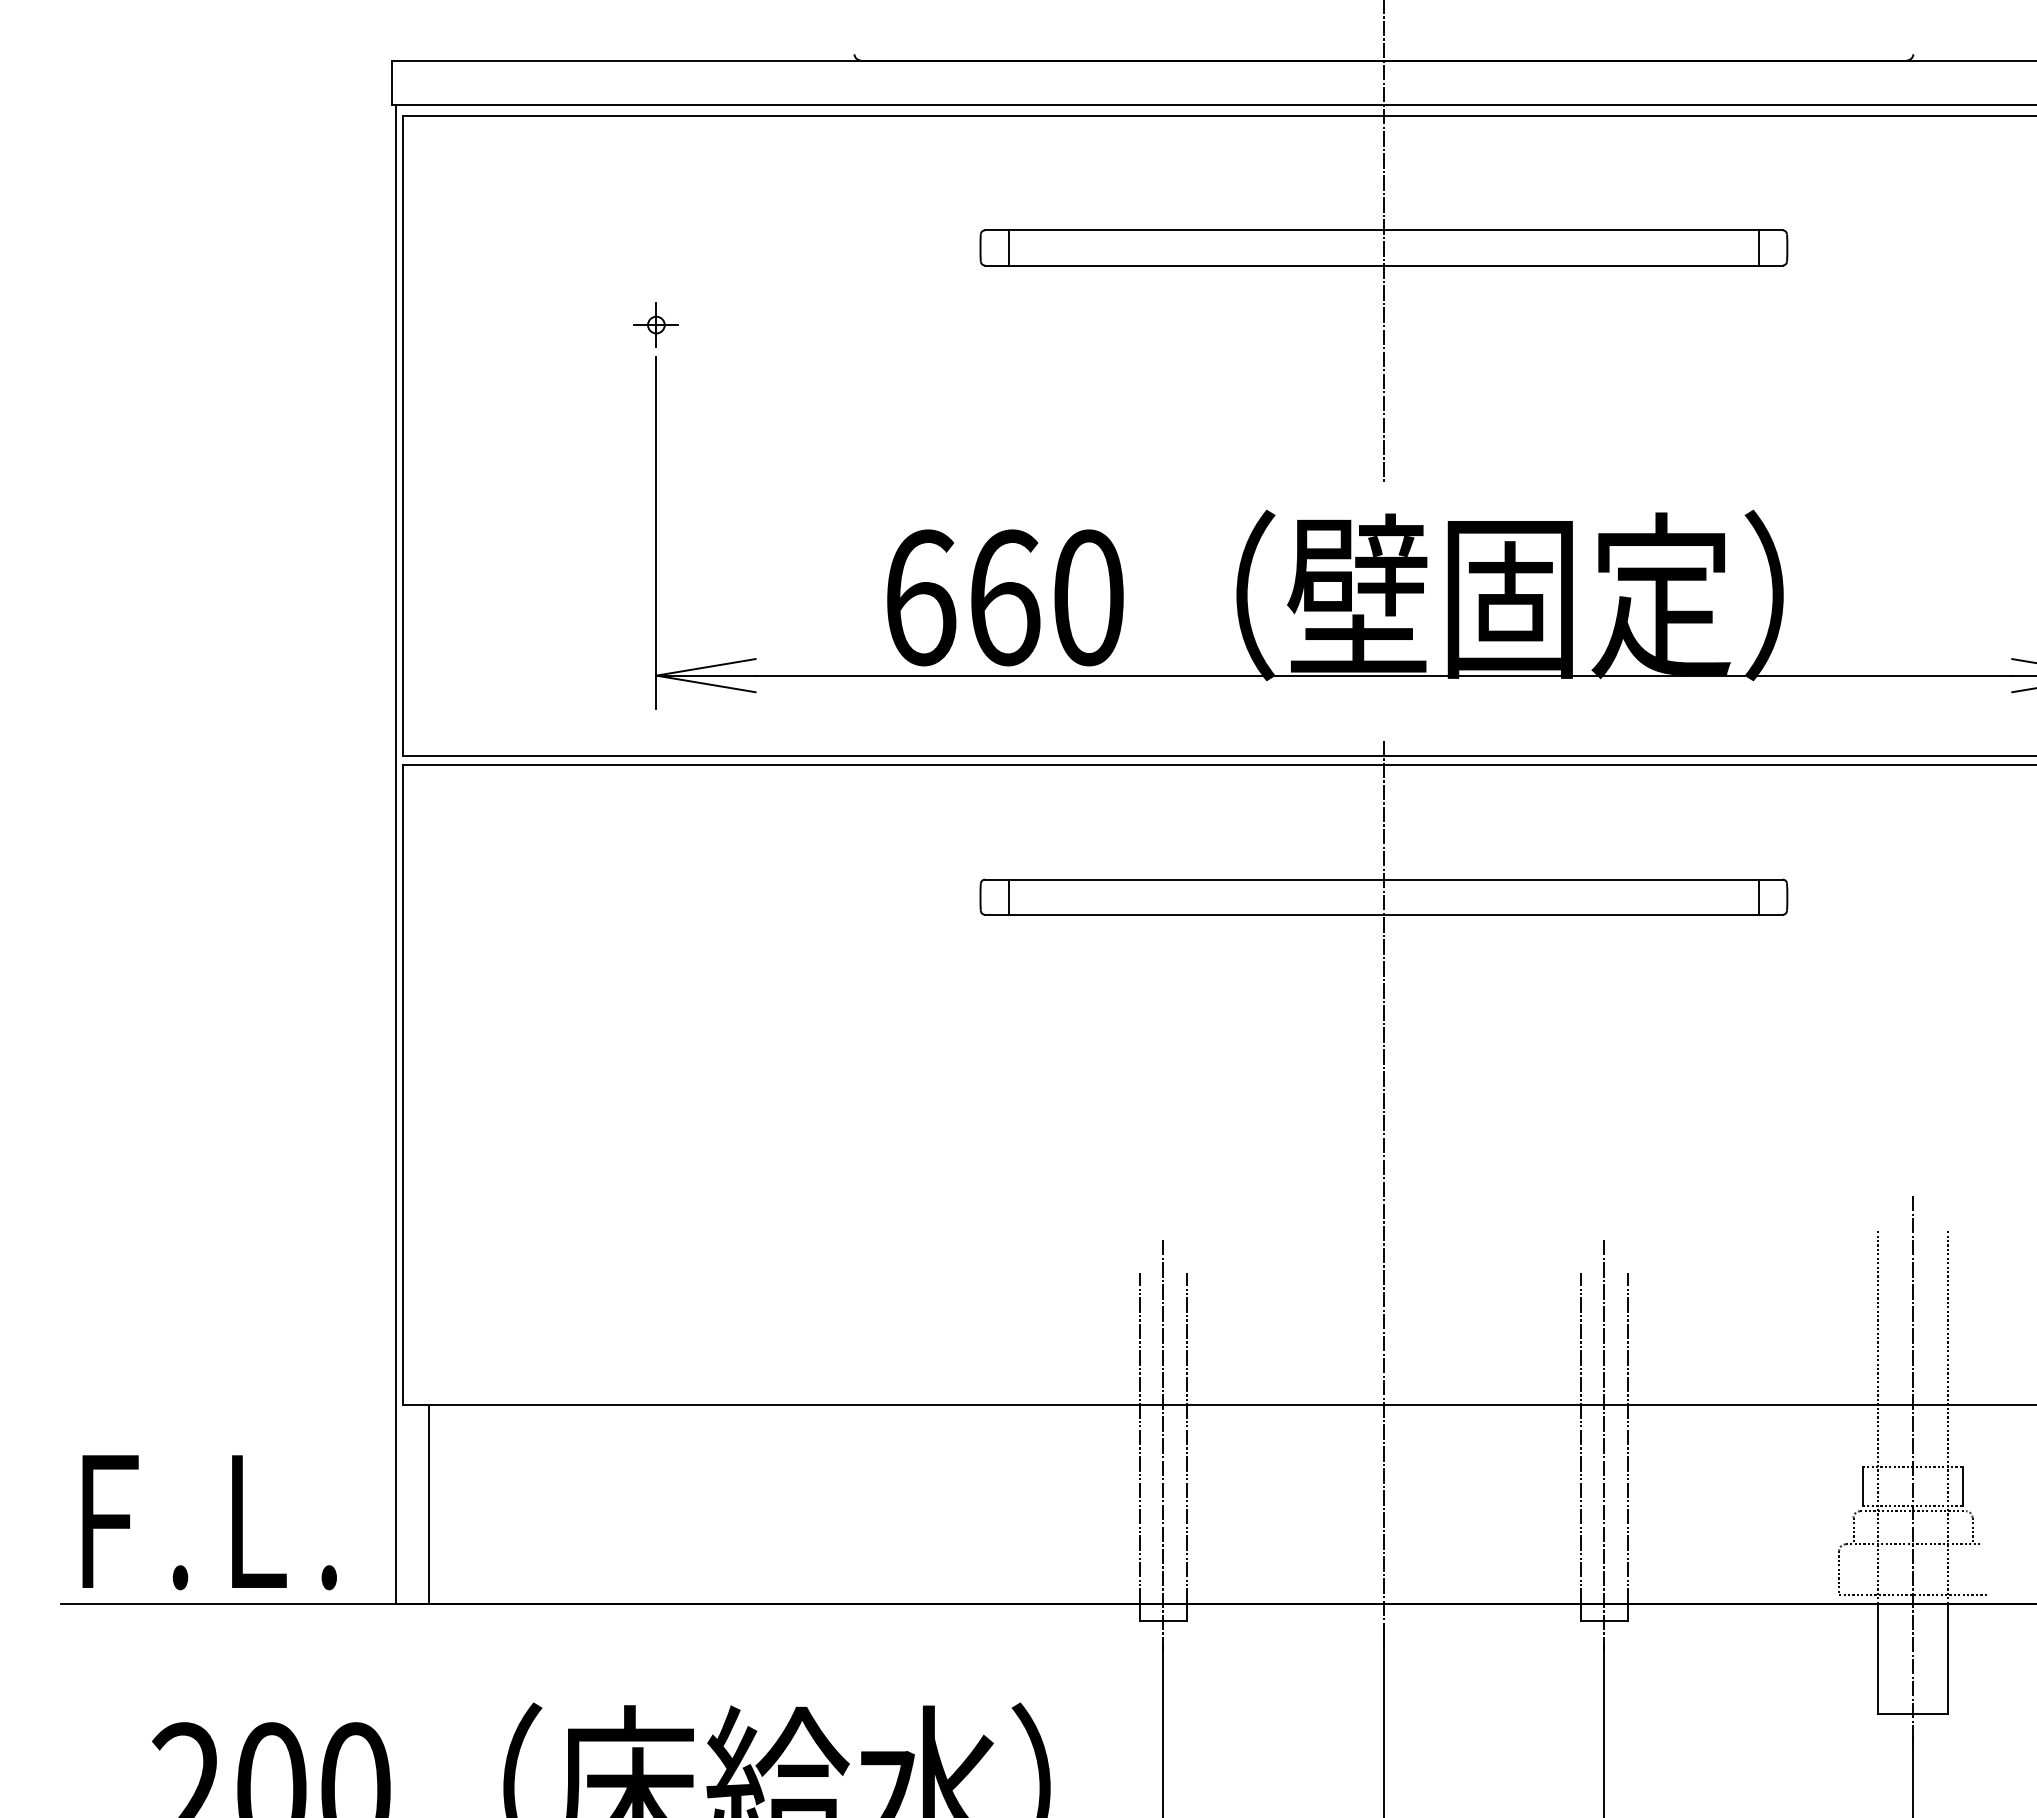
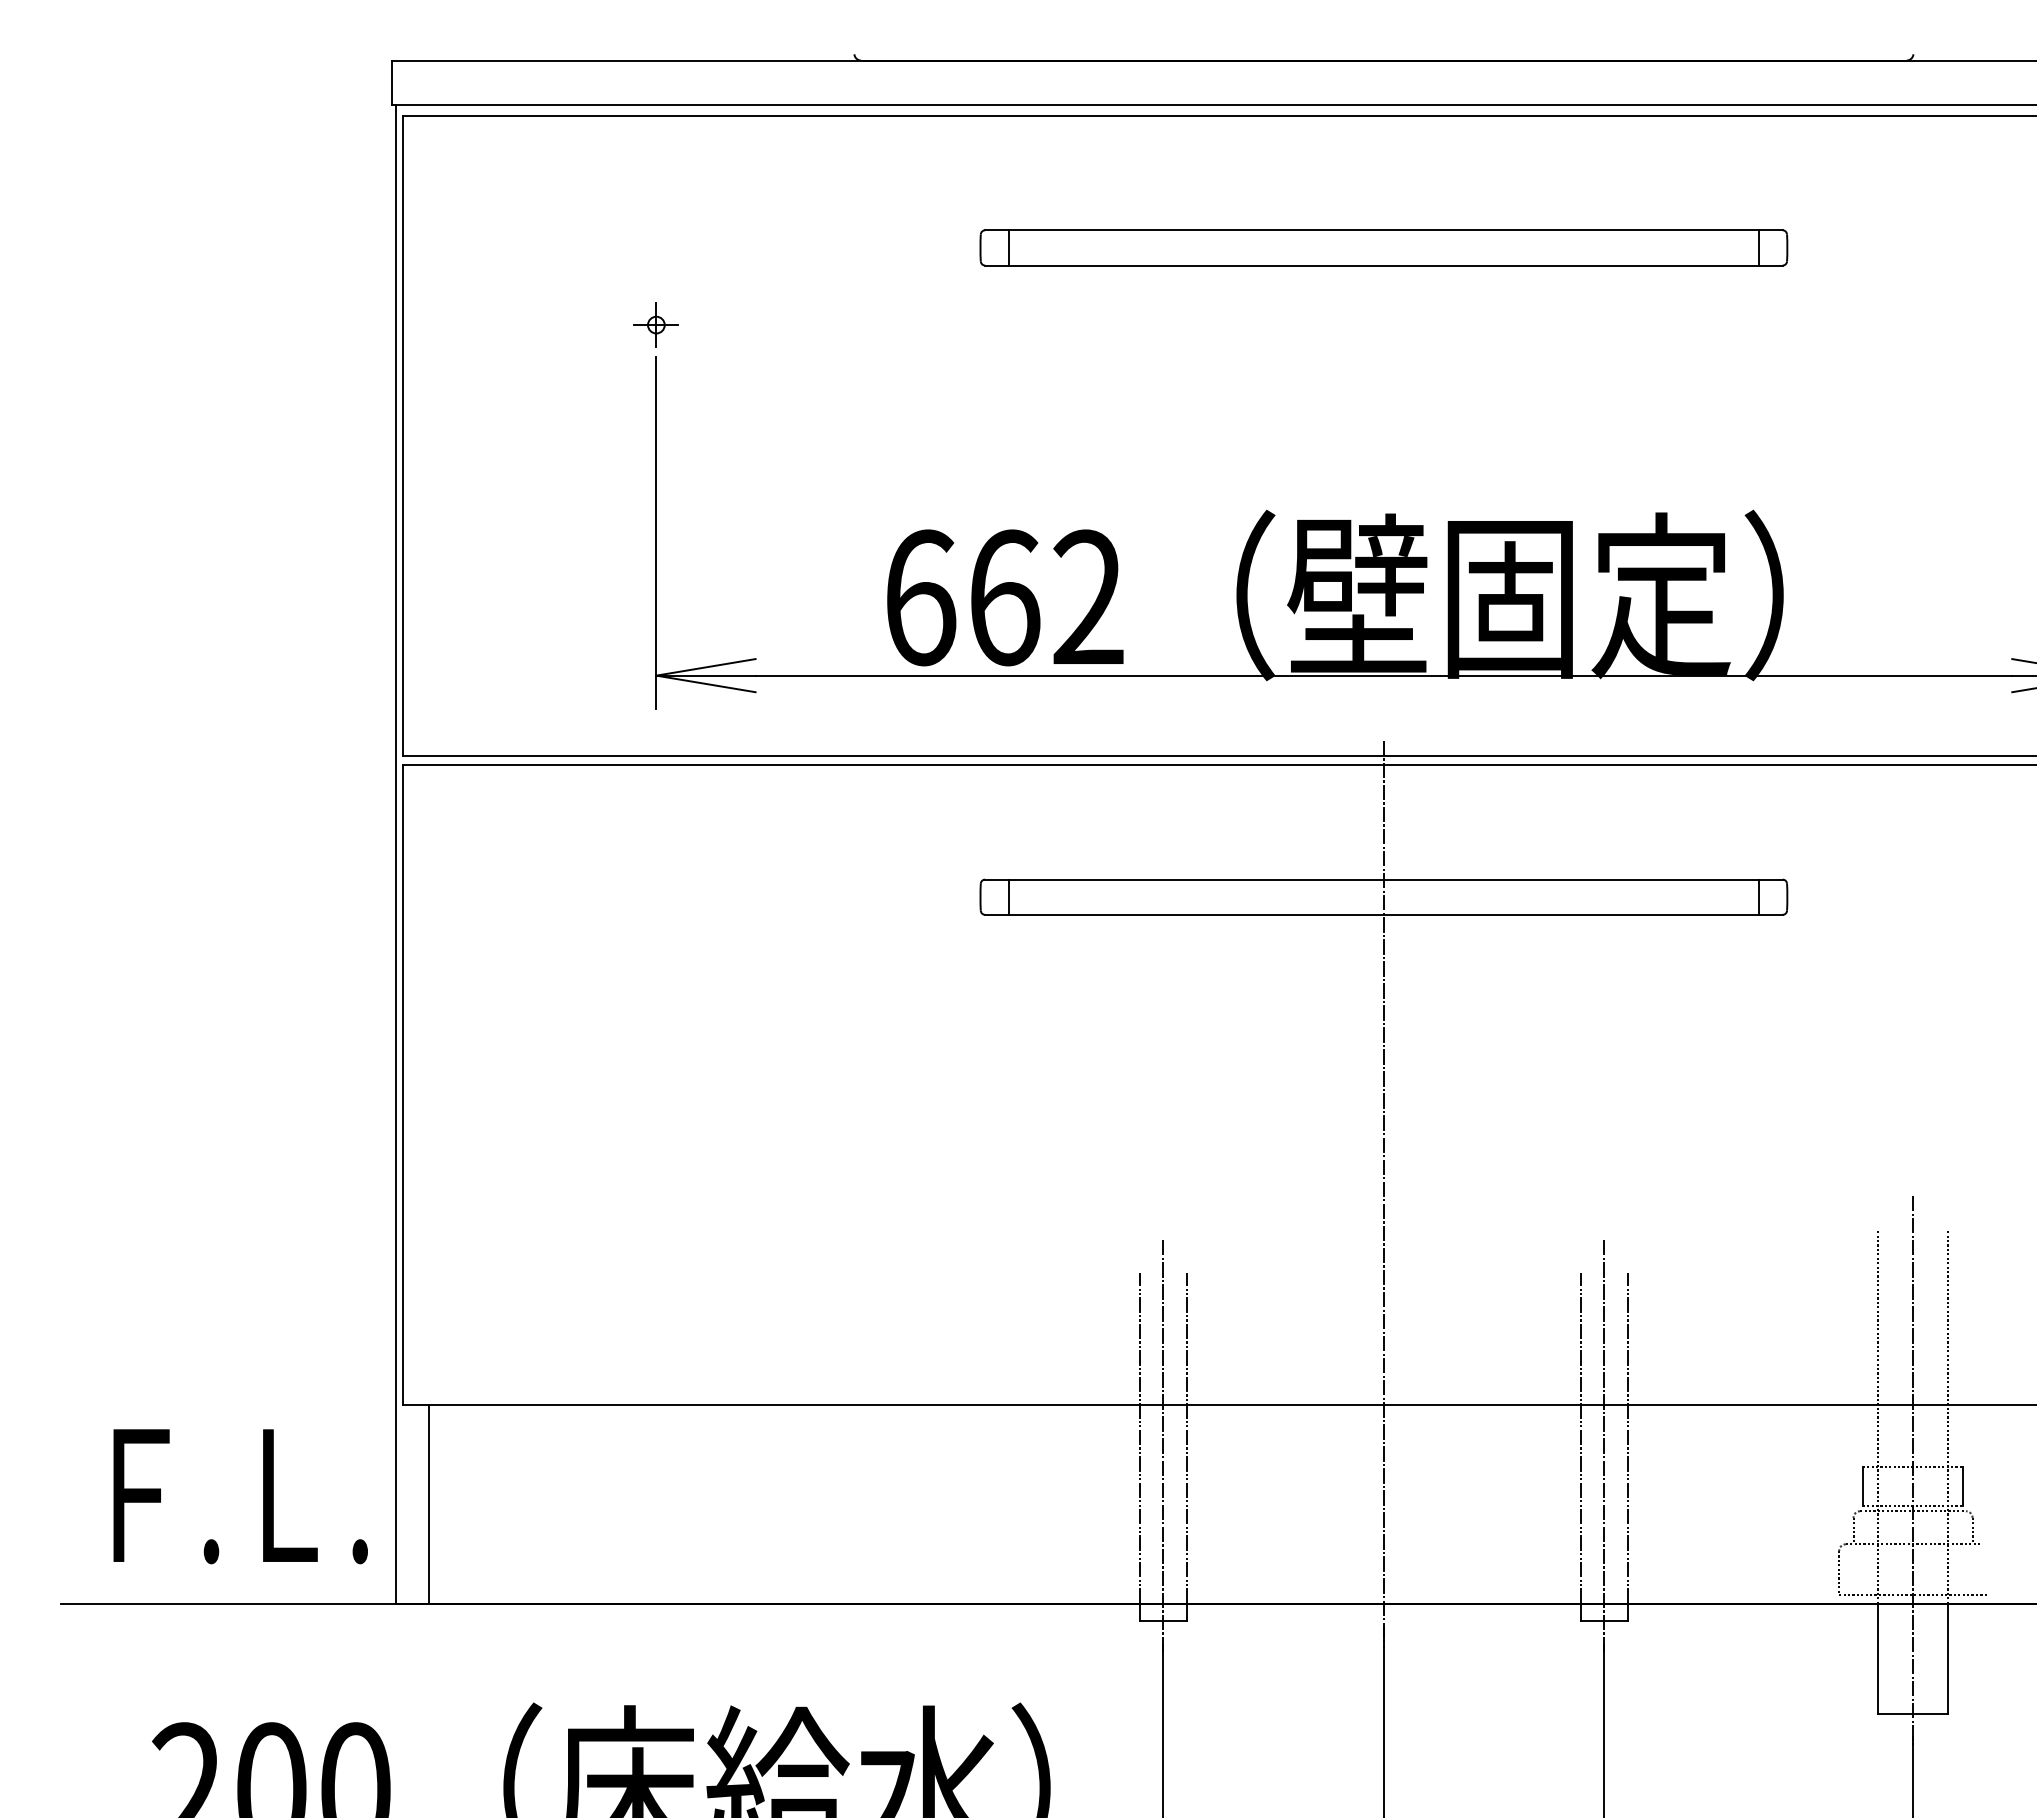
line at (1383, 242): present -> none
text at (1088, 597): 660 -> 662
text at (209, 1522) position: (209, 1522) -> (240, 1496)
